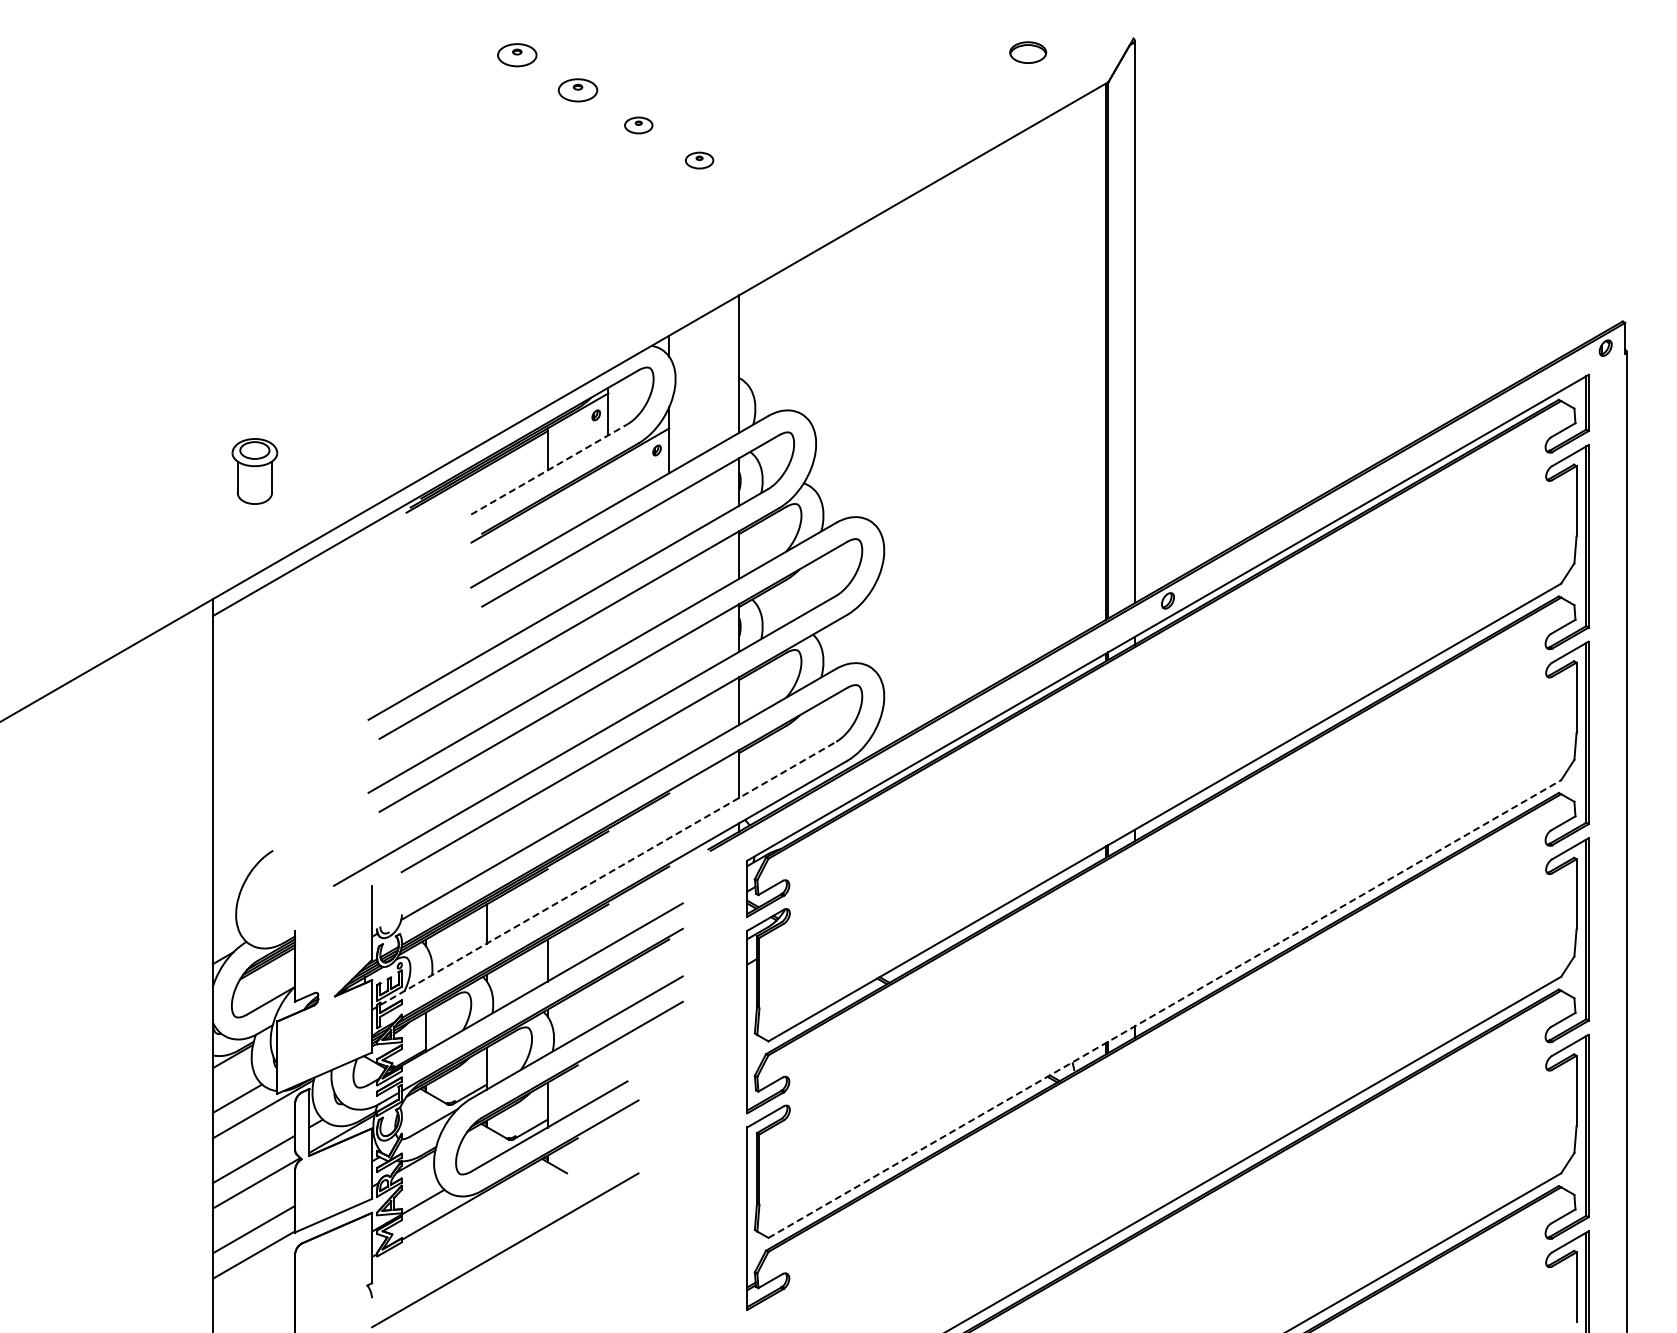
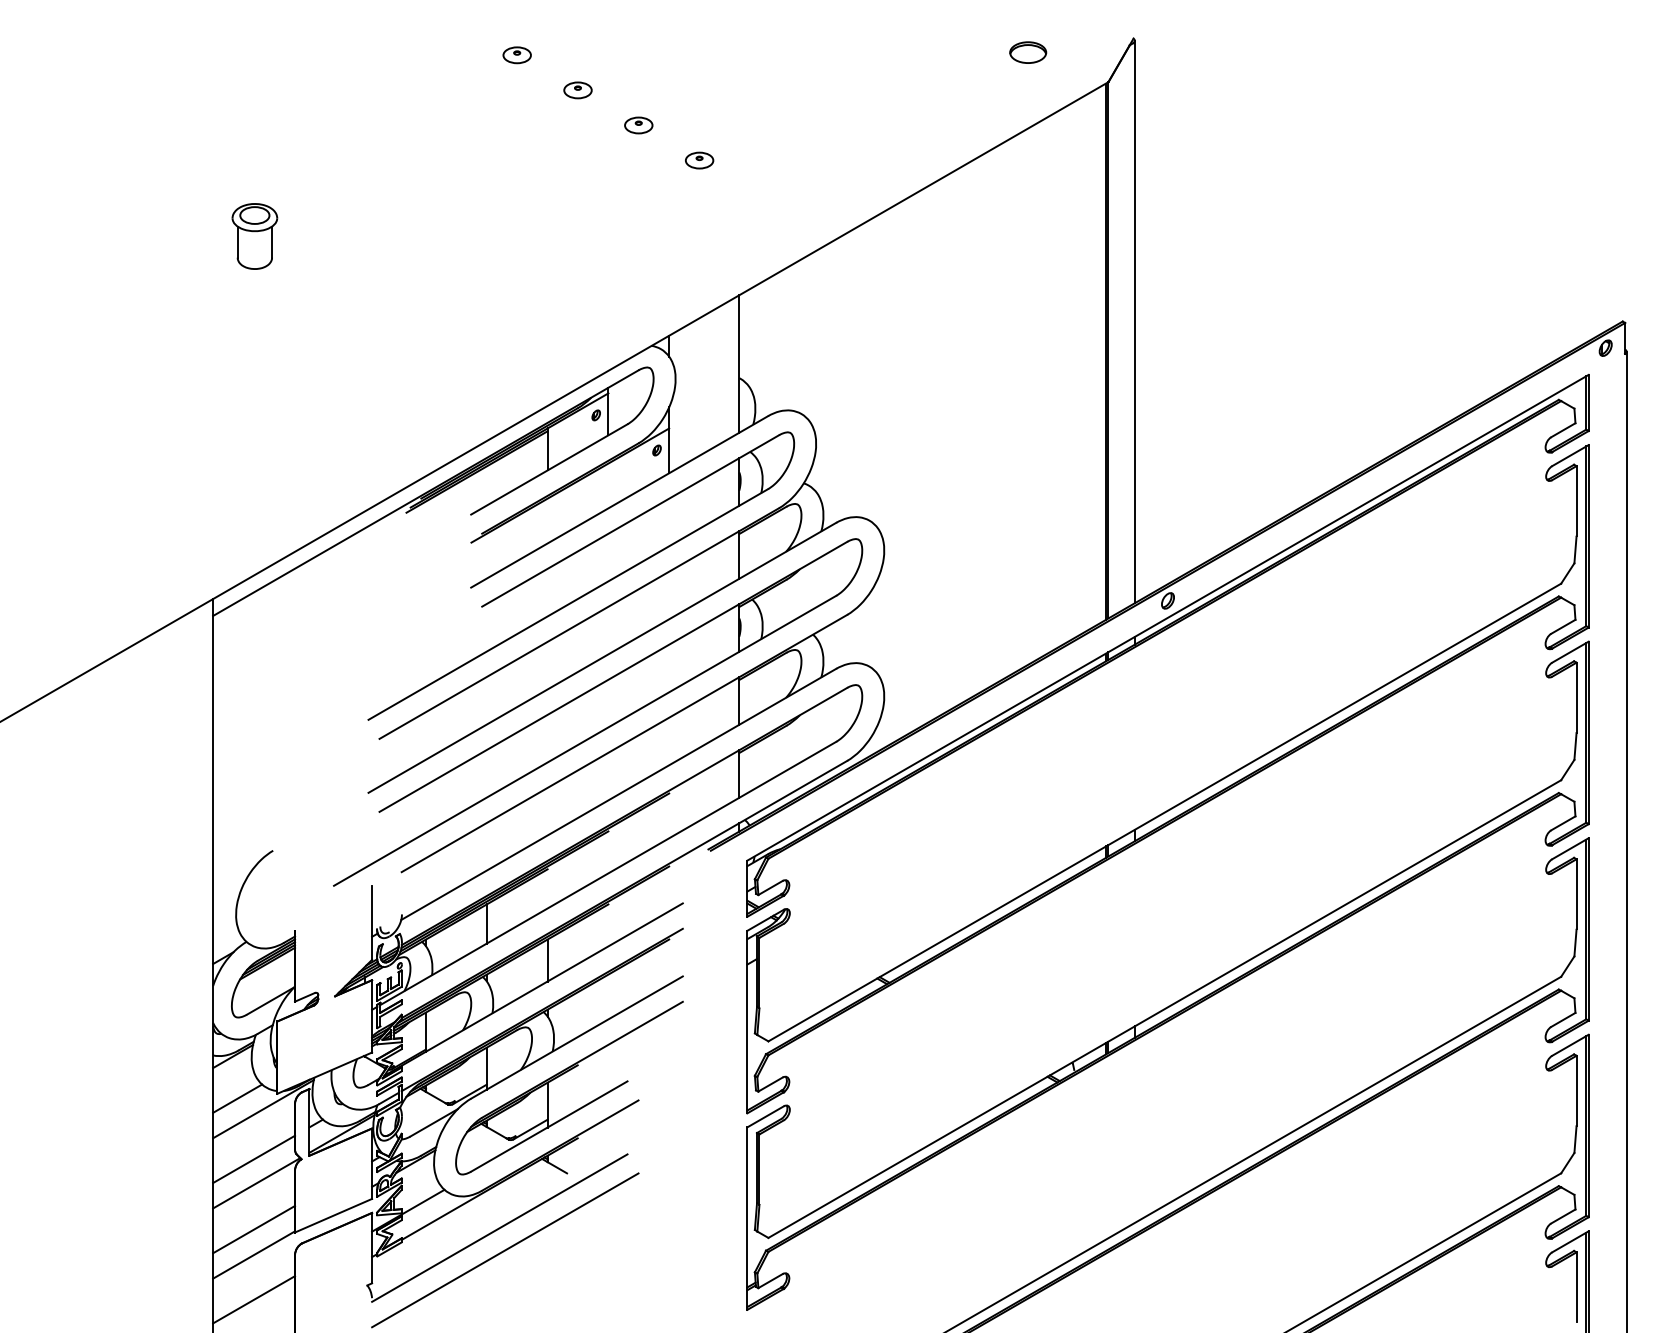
part at (517, 55) size: 41x25 px -> 30x19 px
part at (577, 90) size: 42x25 px -> 30x19 px
line at (549, 469): dashed -> solid
part at (254, 471) position: (254, 471) -> (254, 236)
line at (608, 873): dashed -> solid
line at (1164, 1009): dashed -> solid
line at (499, 1227): none -> present
line at (254, 1299): none -> present
